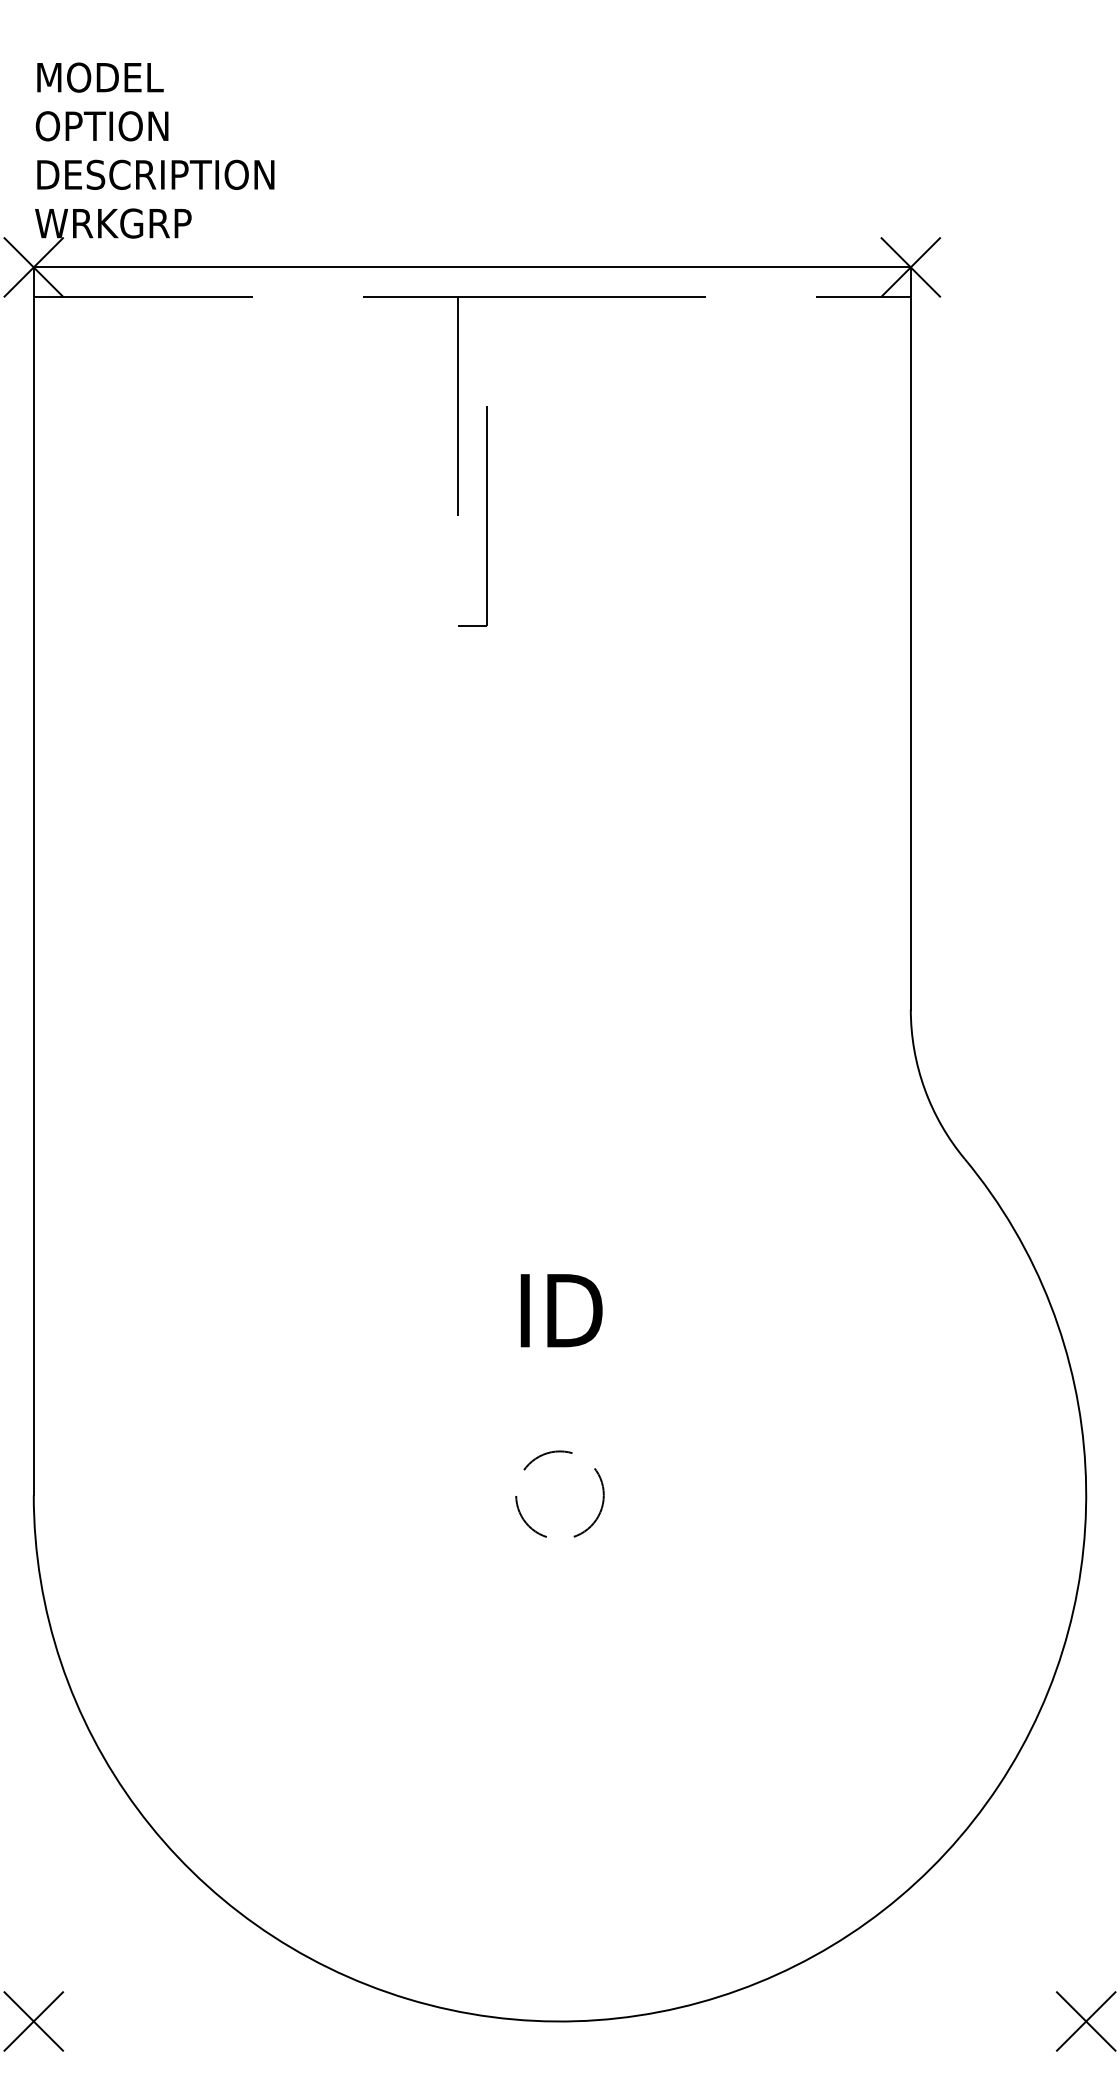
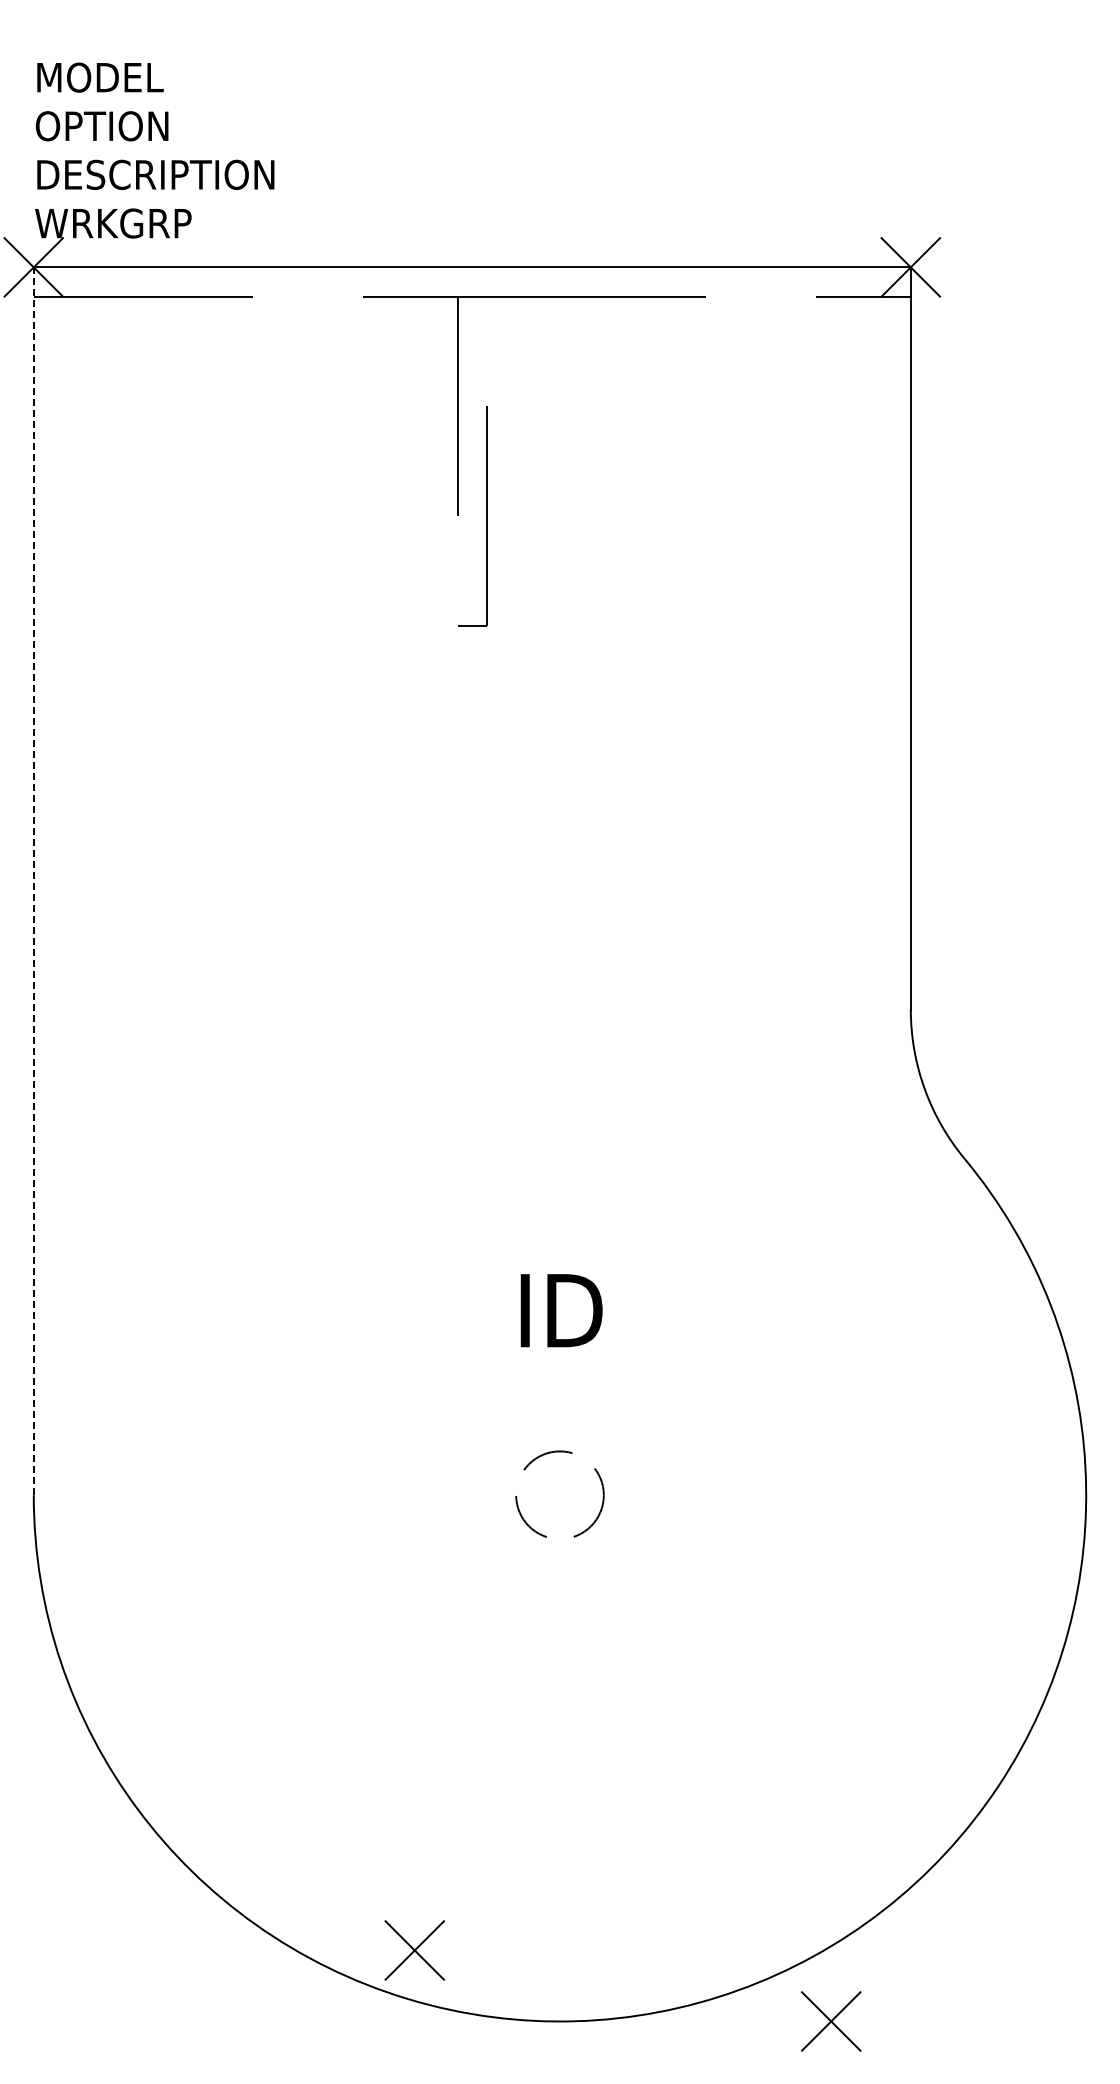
line at (33, 881): solid -> dashed
part at (33, 2021) position: (33, 2021) -> (414, 1950)
part at (1085, 2021) position: (1085, 2021) -> (830, 2021)
